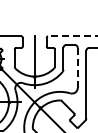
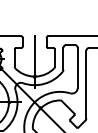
line at (72, 36): dashed -> solid
line at (77, 67): dashed -> solid
